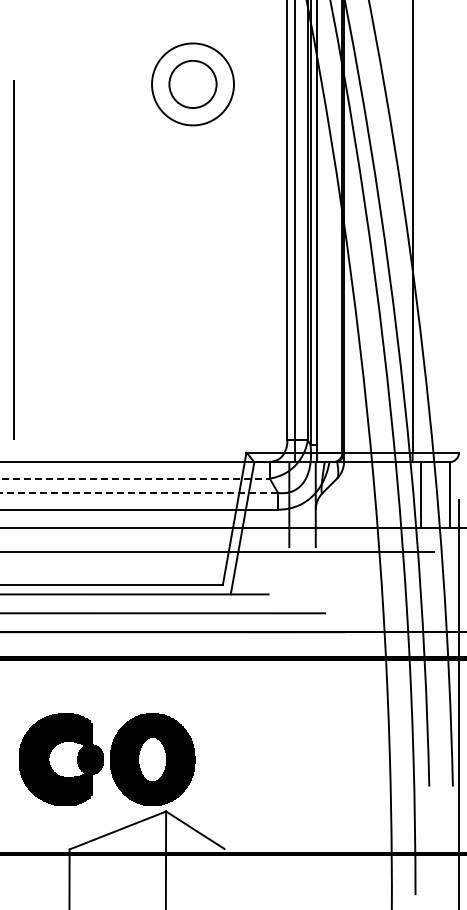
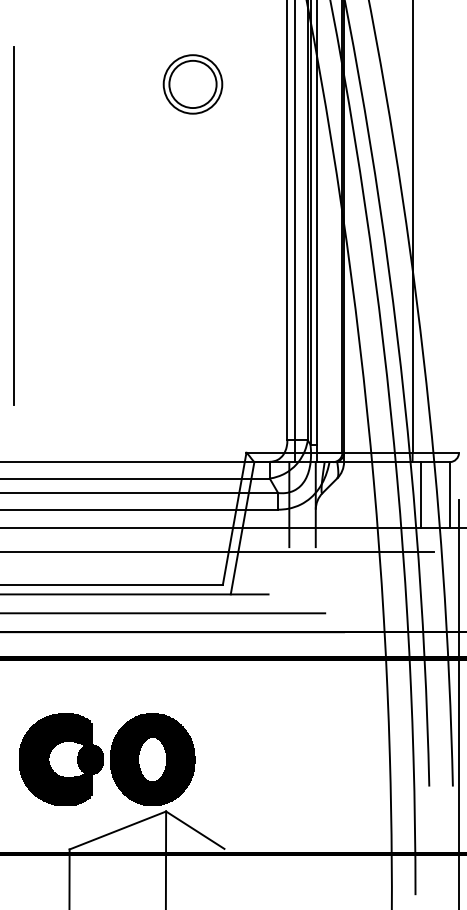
circle at (192, 84) diameter: 82 px -> 59 px
line at (13, 259) position: (13, 259) -> (13, 225)
line at (135, 478): dashed -> solid
line at (139, 493): dashed -> solid
